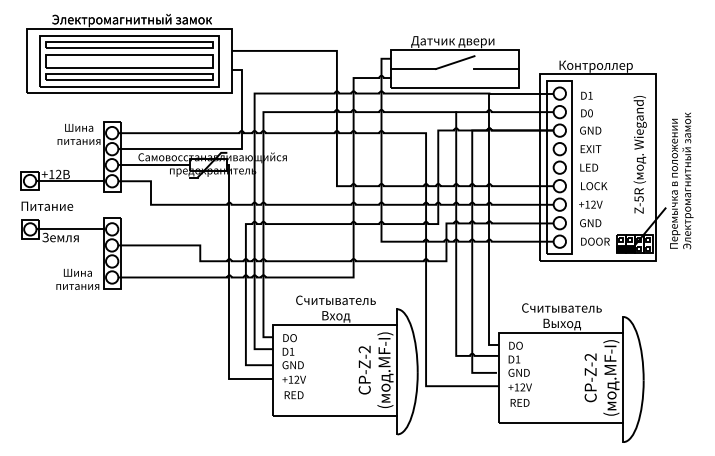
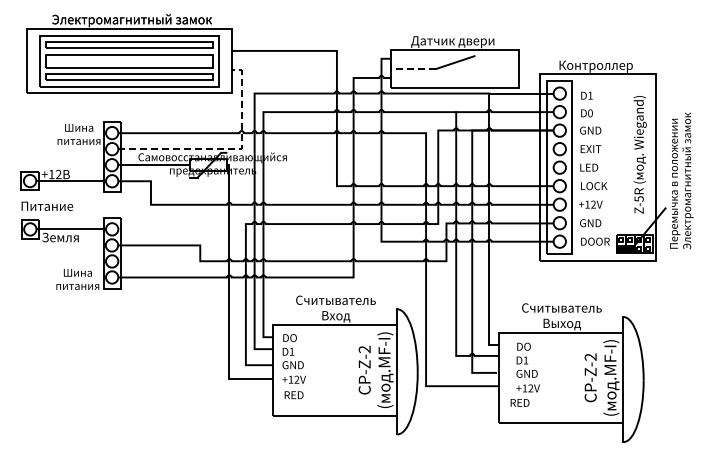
line at (413, 69): solid -> dashed
line at (496, 69): present -> none
line at (225, 149): solid -> dashed
text at (519, 366) position: (519, 366) -> (527, 367)
